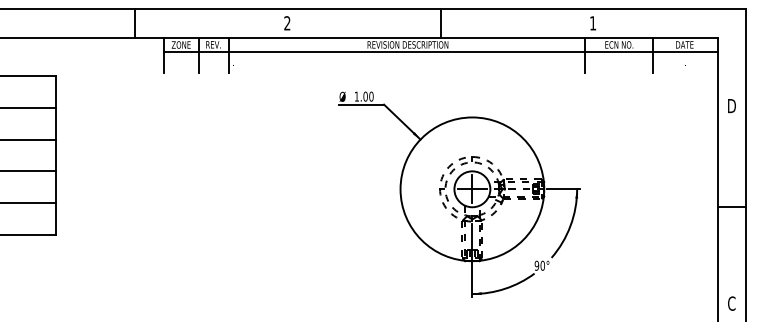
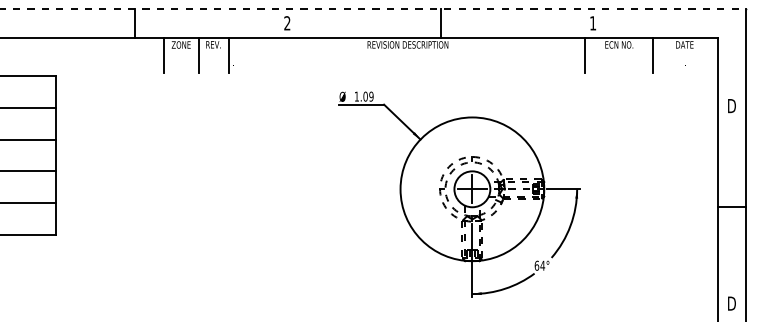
line at (373, 9): solid -> dashed
line at (440, 52): present -> none
text at (371, 96): 1.00 -> 1.09
text at (539, 265): 90° -> 64°
text at (731, 303): C -> D
